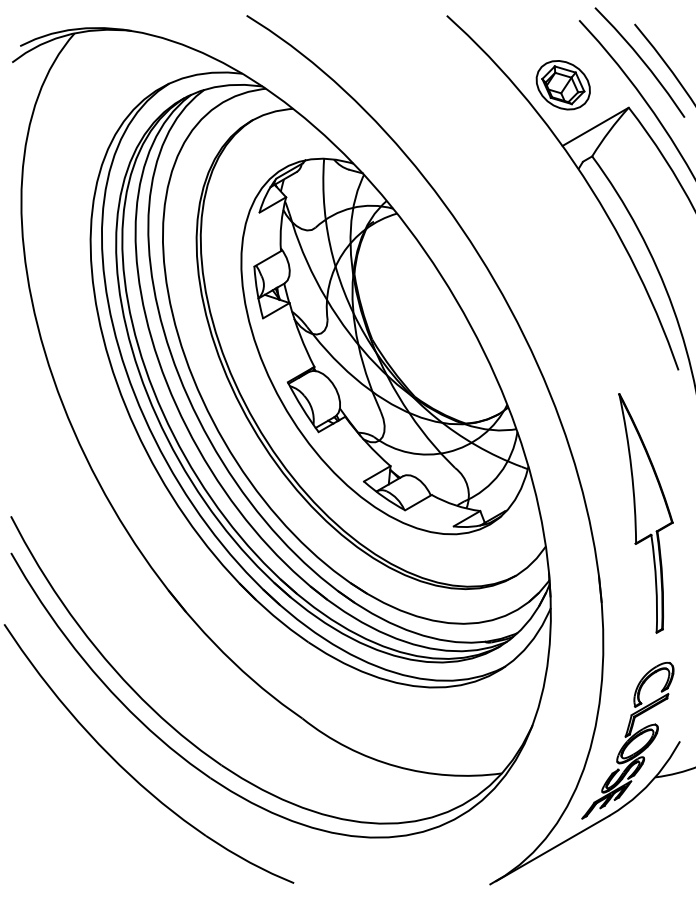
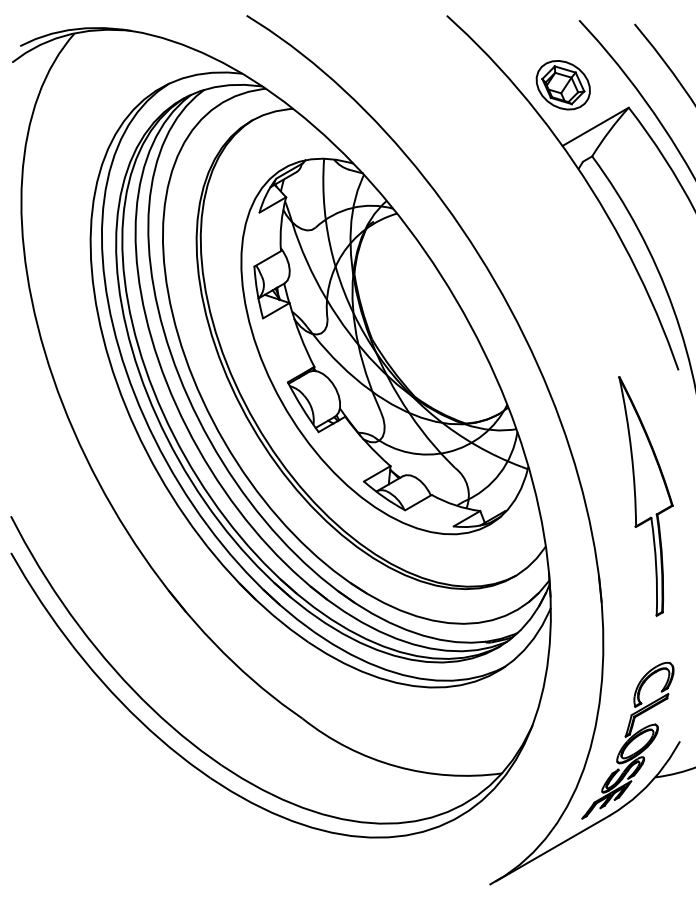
curve at (641, 60): present -> none
part at (645, 513) position: (645, 513) -> (645, 496)
part at (130, 773): present -> none
